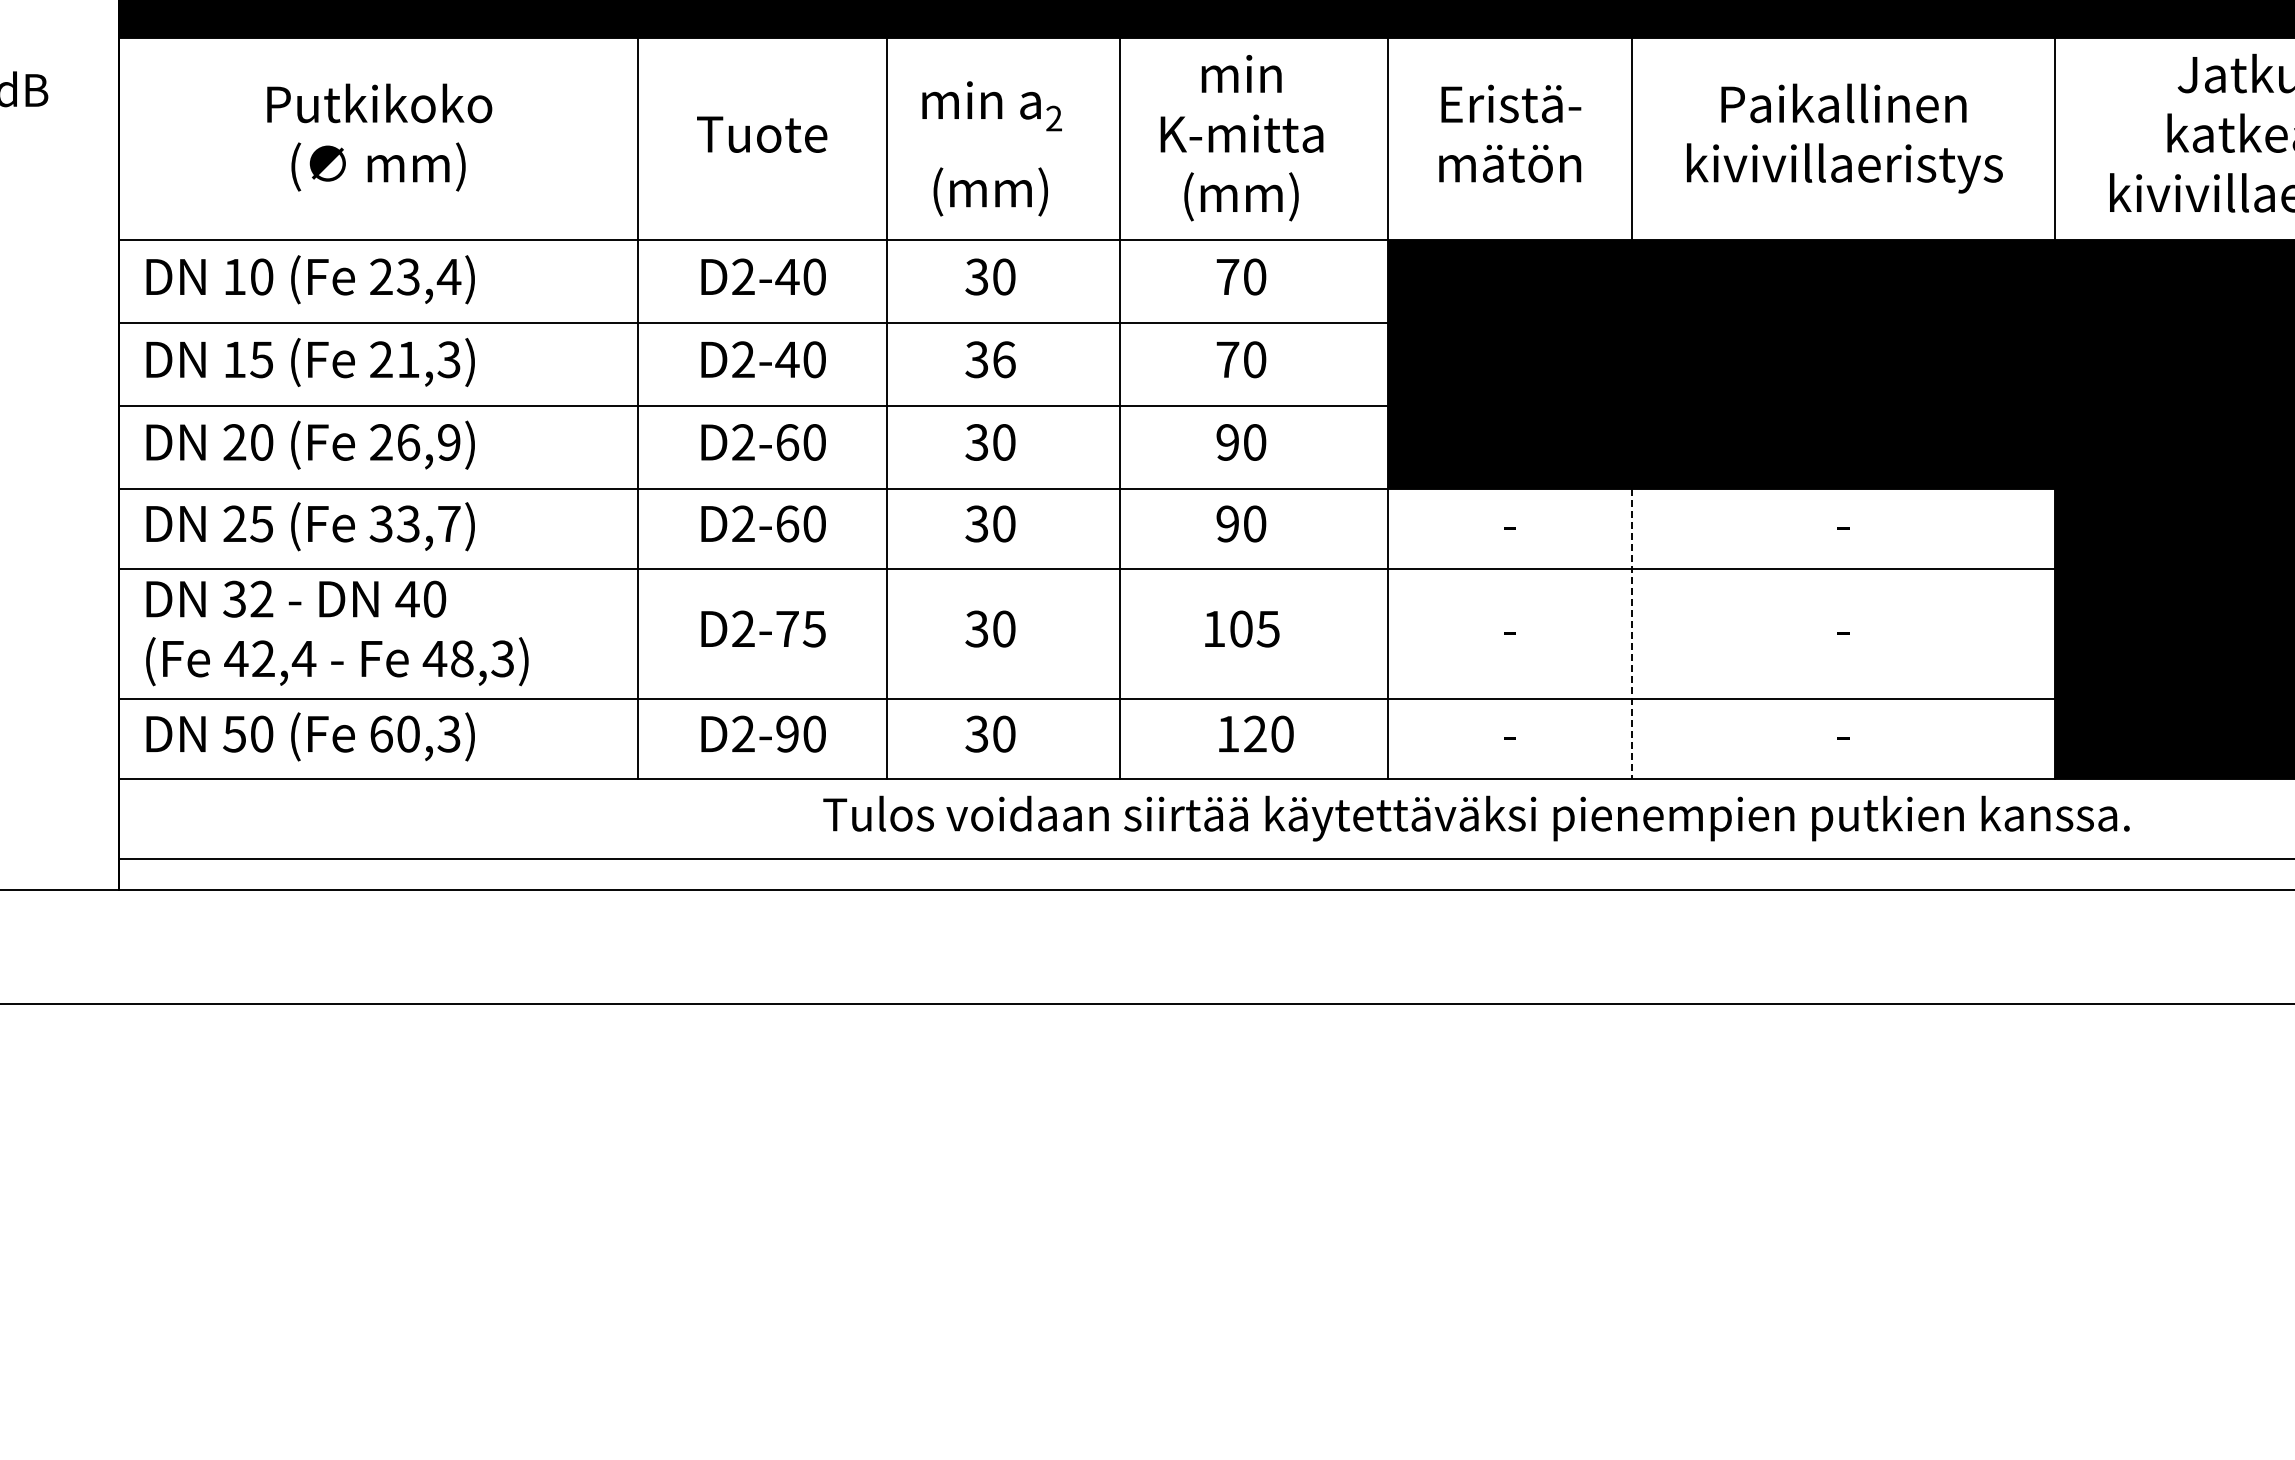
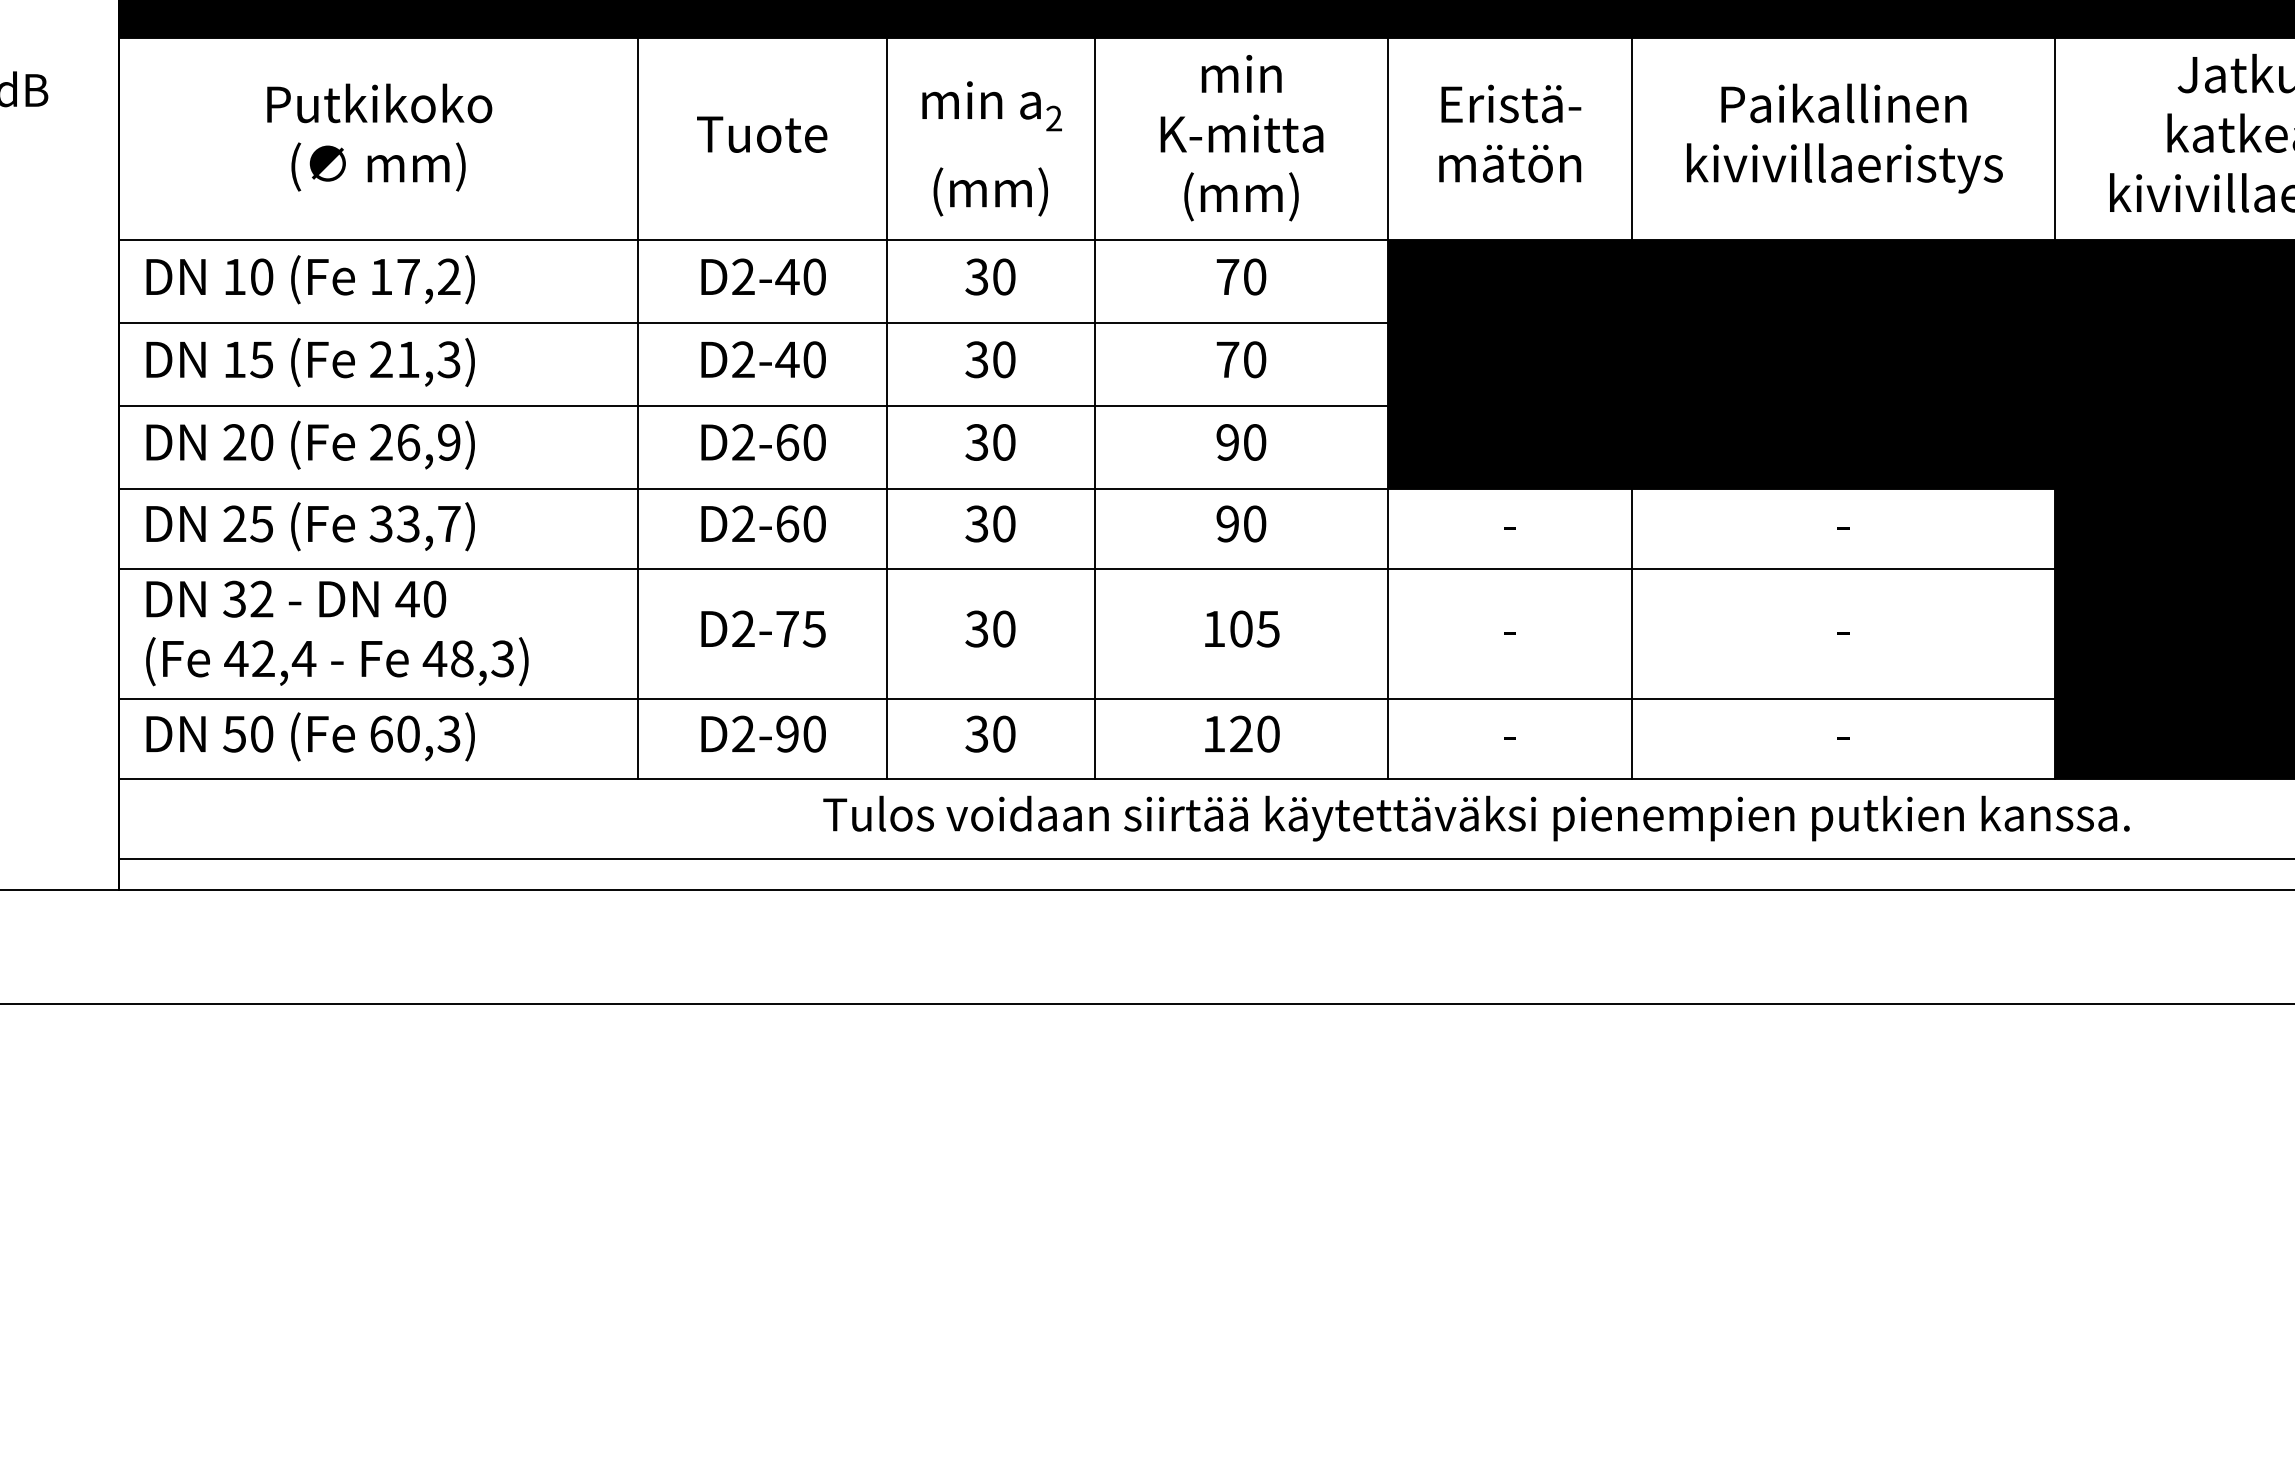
text at (415, 276): 23,4) -> 17,2)
text at (1004, 359): 36 -> 30
line at (1120, 407) position: (1120, 407) -> (1095, 407)
line at (1632, 634): dashed -> solid
text at (1256, 733) position: (1256, 733) -> (1242, 733)
